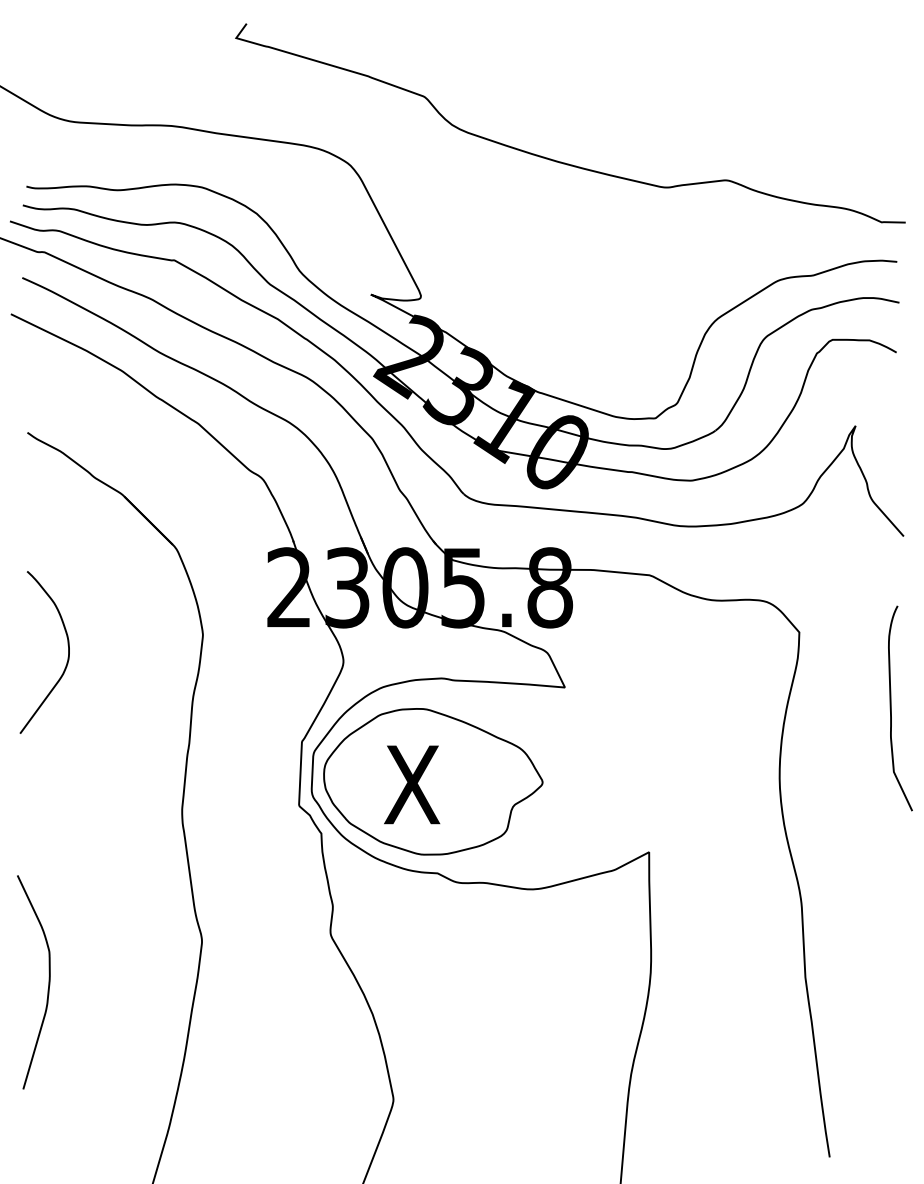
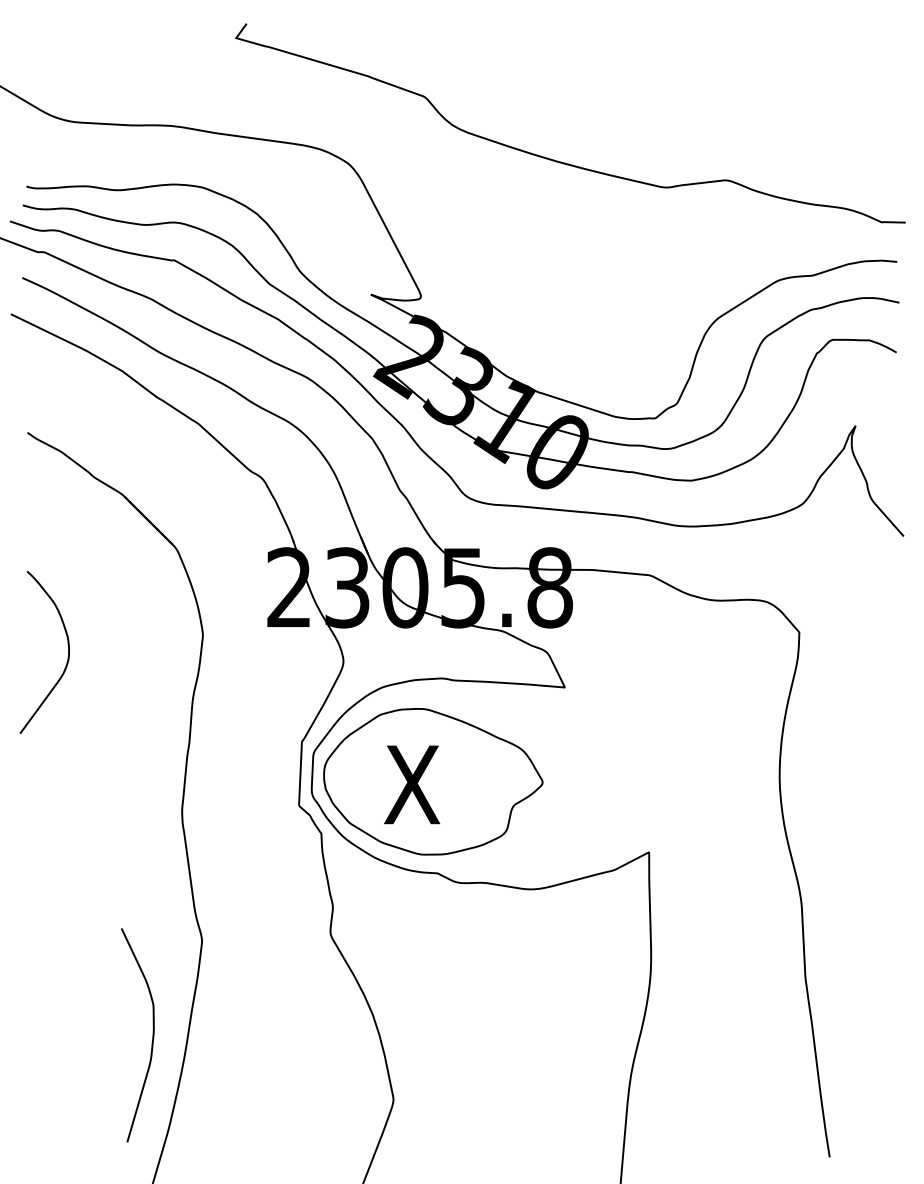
curve at (891, 708): present -> none
curve at (48, 982) position: (48, 982) -> (152, 1035)
